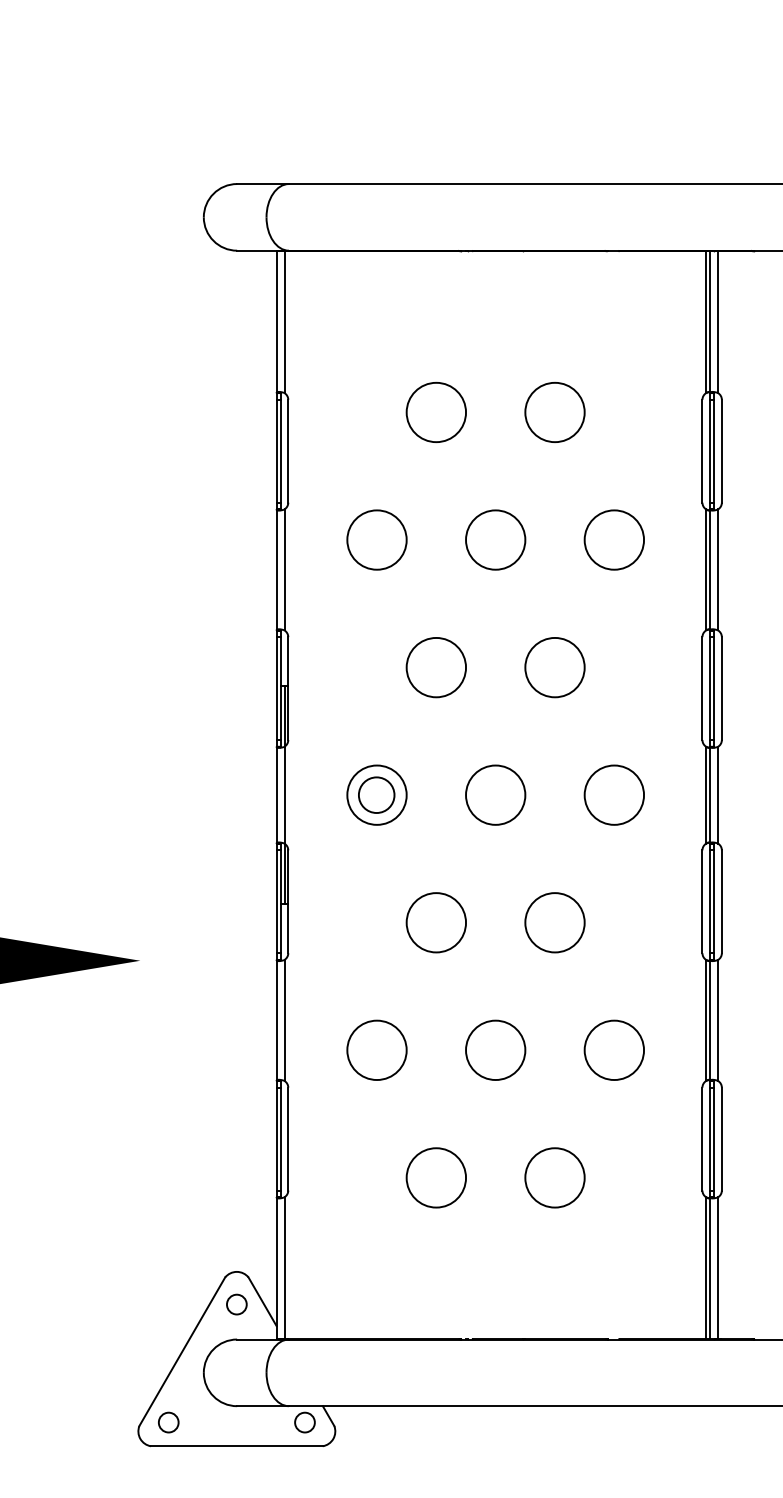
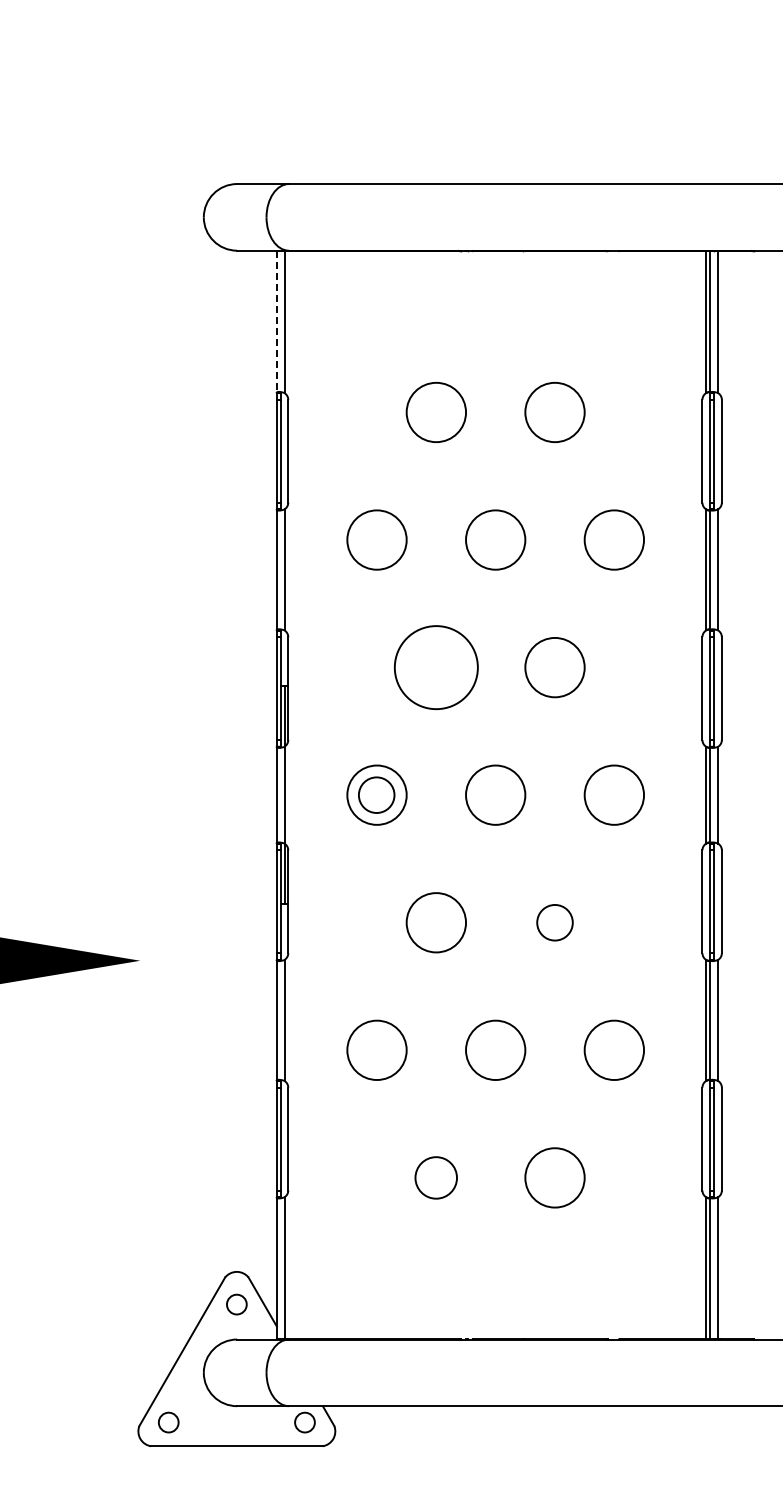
line at (276, 322): solid -> dashed
circle at (436, 667) diameter: 59 px -> 83 px
circle at (554, 922) diameter: 59 px -> 36 px
circle at (435, 1177) size: 62x62 px -> 44x44 px
